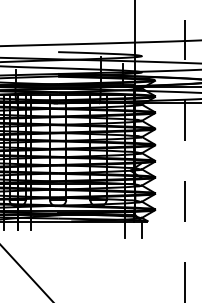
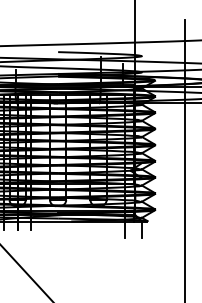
line at (185, 161): dashed -> solid
